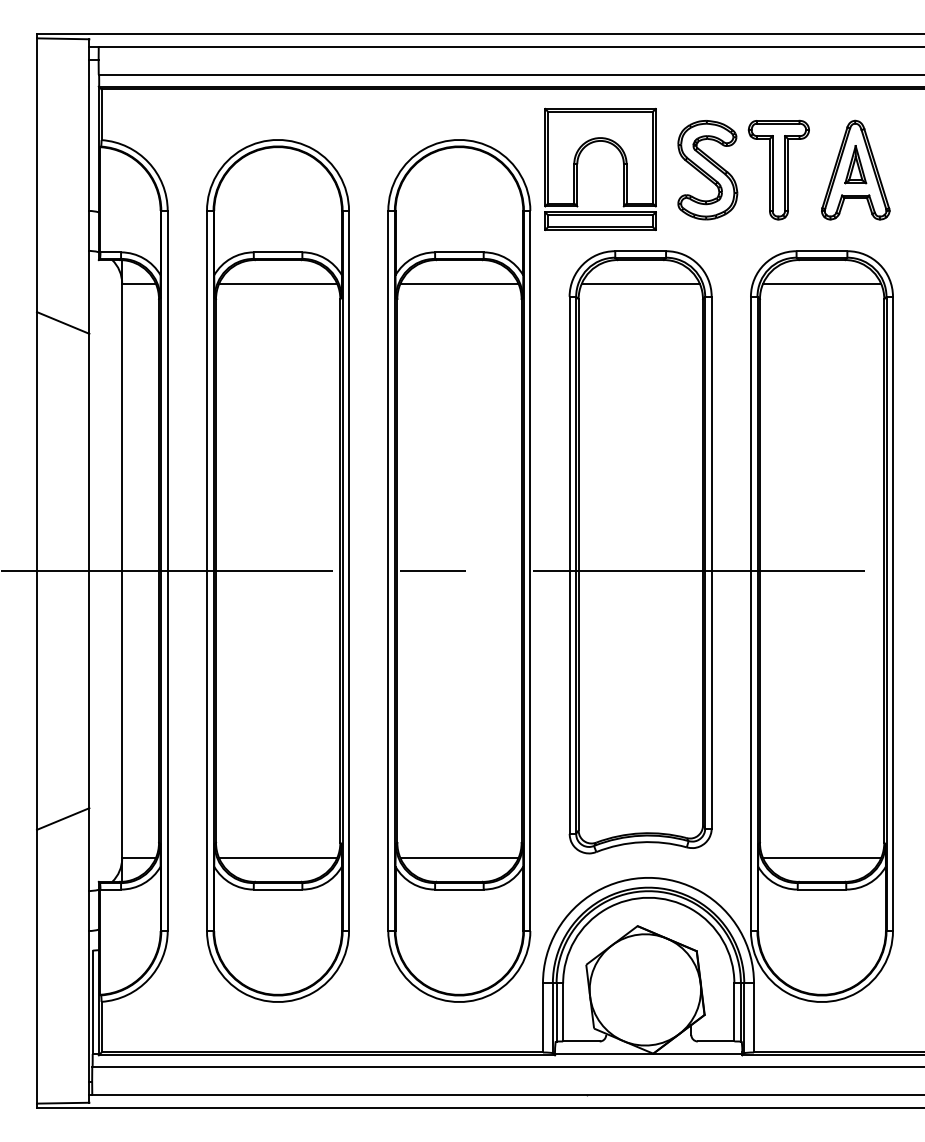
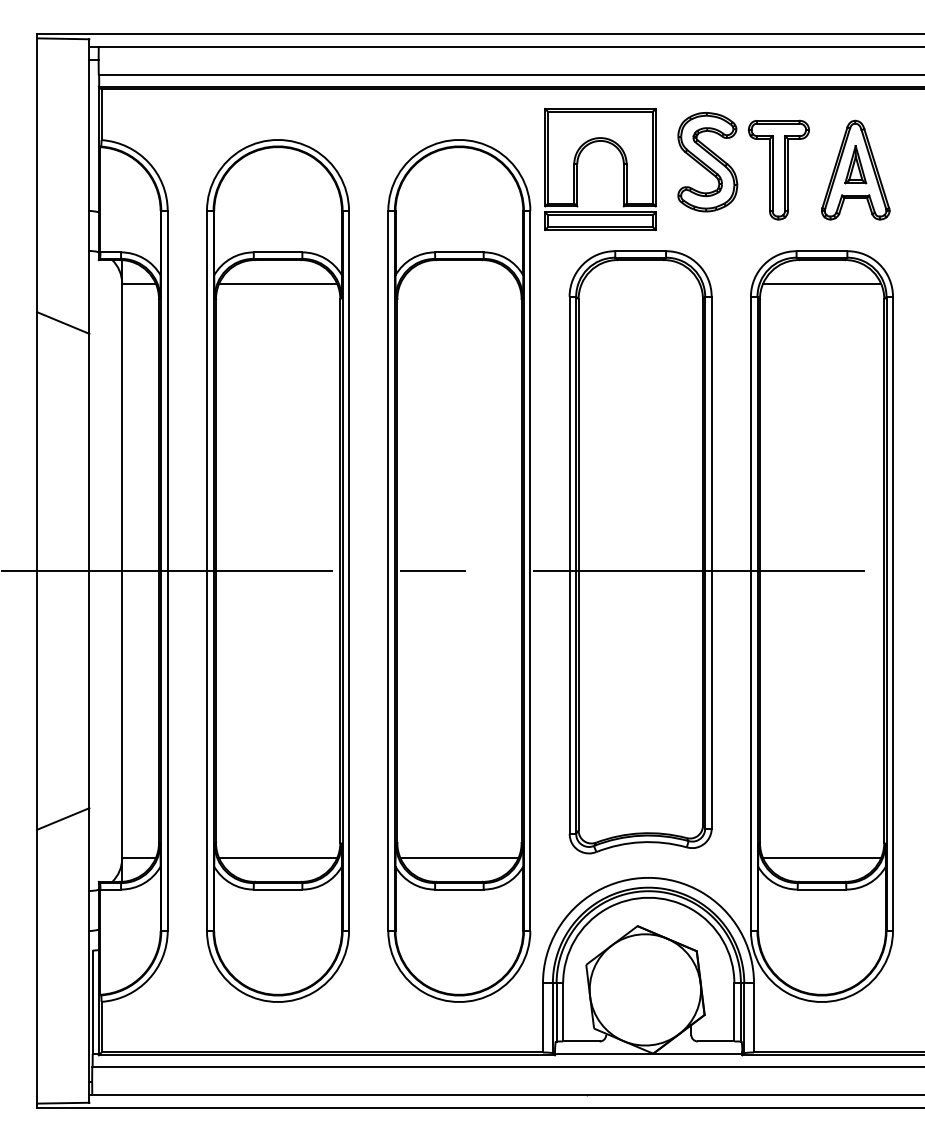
part at (707, 170) position: (707, 170) -> (707, 162)
line at (459, 283): present -> none
line at (640, 283): present -> none
